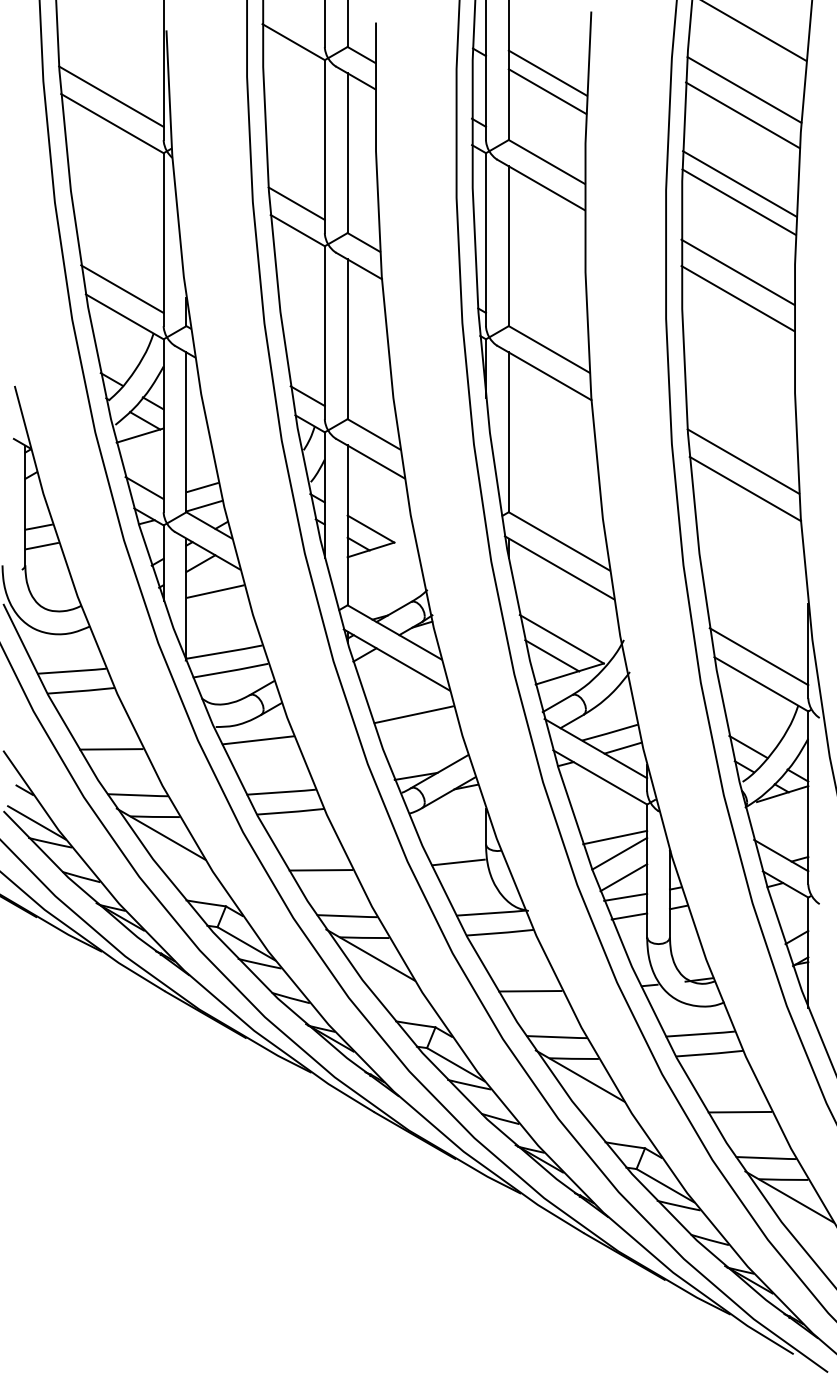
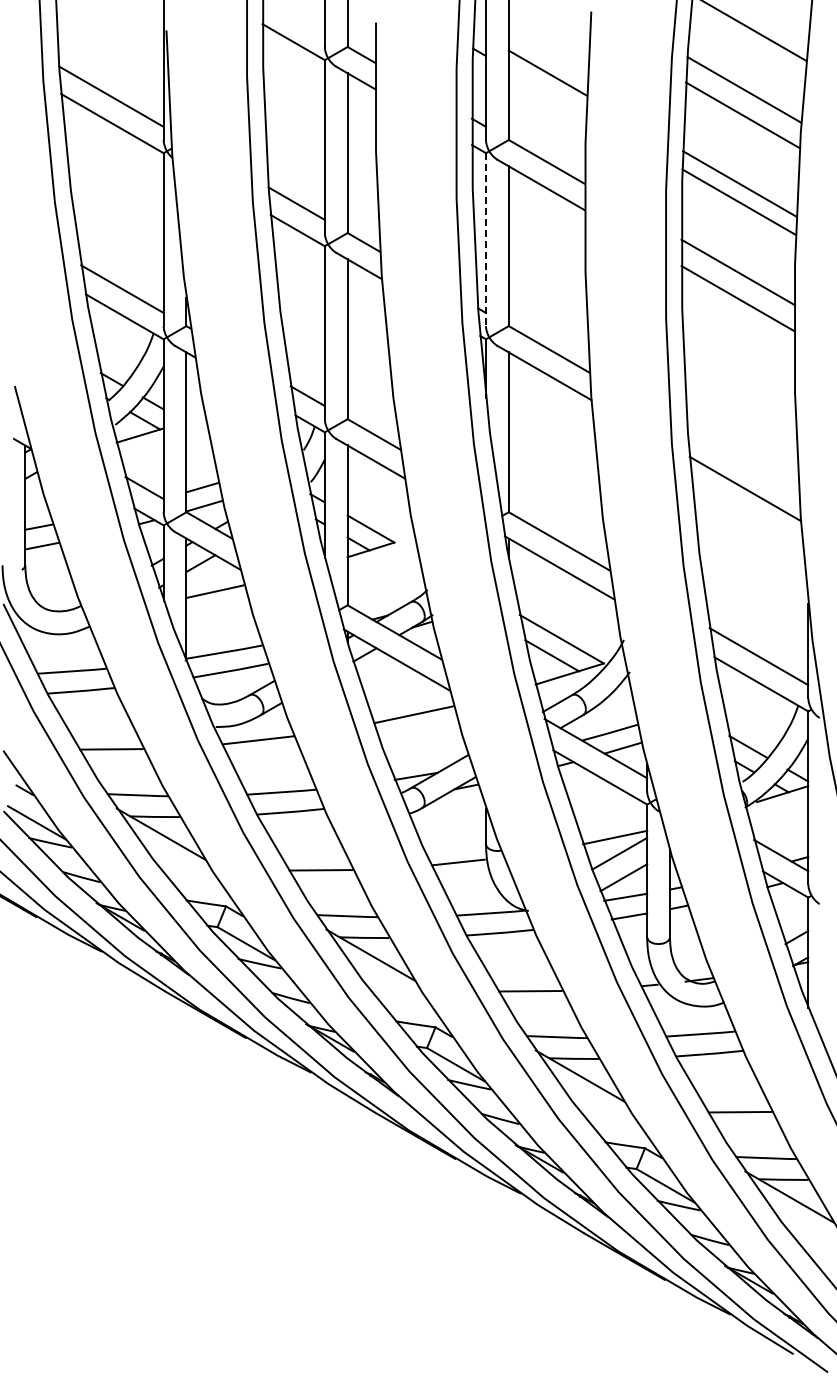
line at (547, 91): present -> none
line at (486, 240): solid -> dashed
line at (743, 461): present -> none
